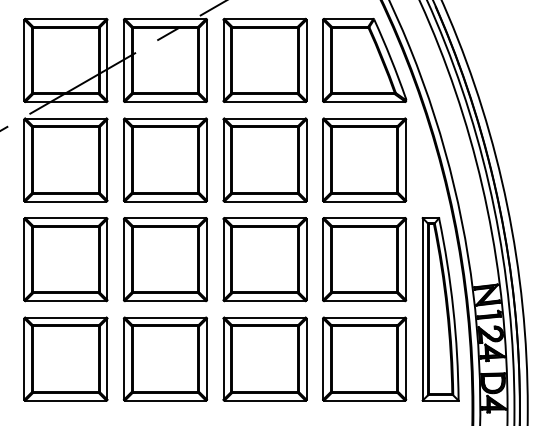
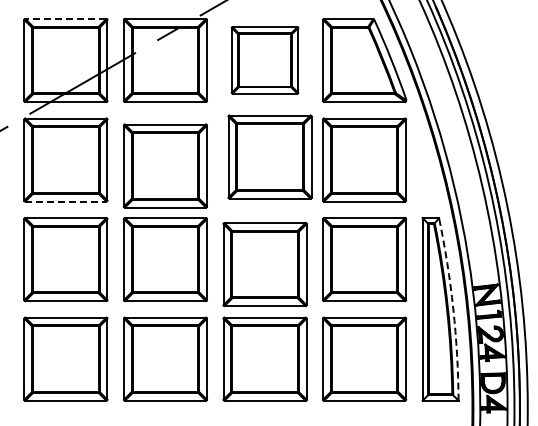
line at (65, 18): solid -> dashed
part at (264, 59) size: 86x86 px -> 70x69 px
part at (164, 159) position: (164, 159) -> (164, 165)
part at (264, 159) position: (264, 159) -> (269, 156)
line at (65, 201): solid -> dashed
part at (264, 259) position: (264, 259) -> (264, 264)
arc at (453, 308): solid -> dashed
